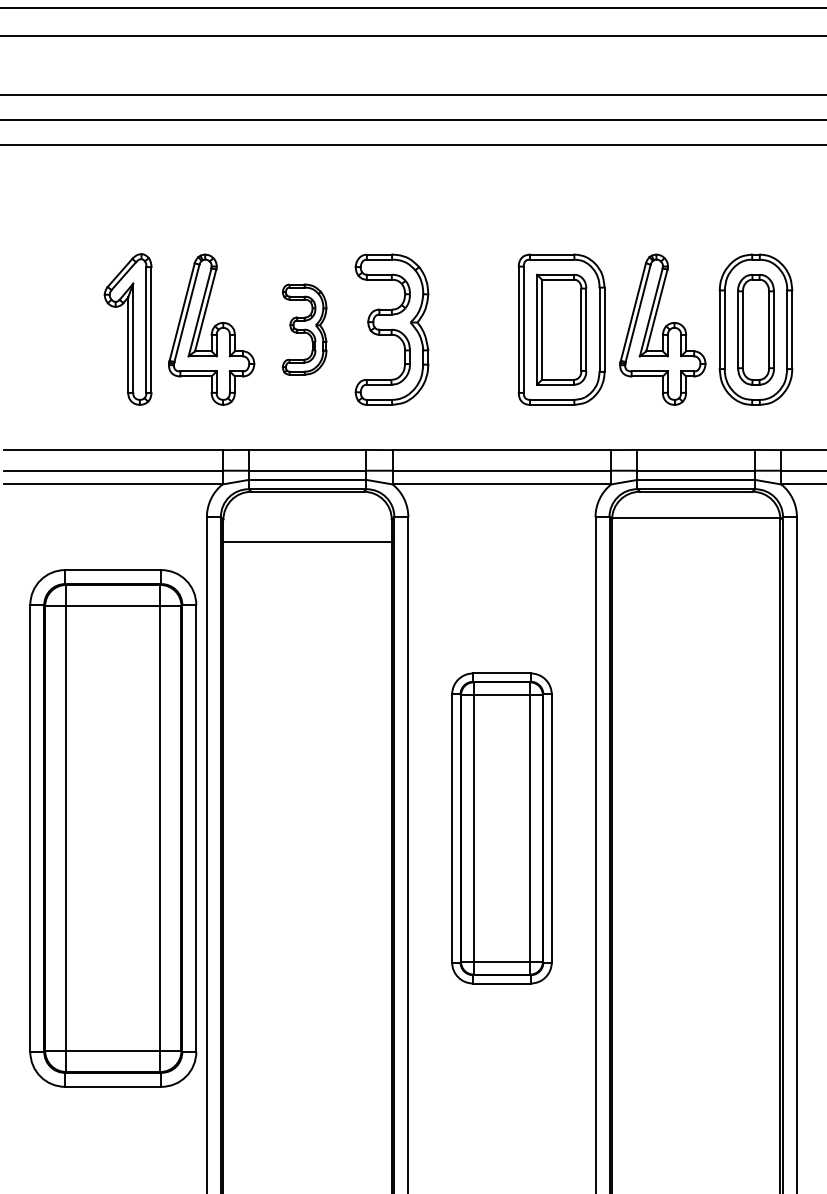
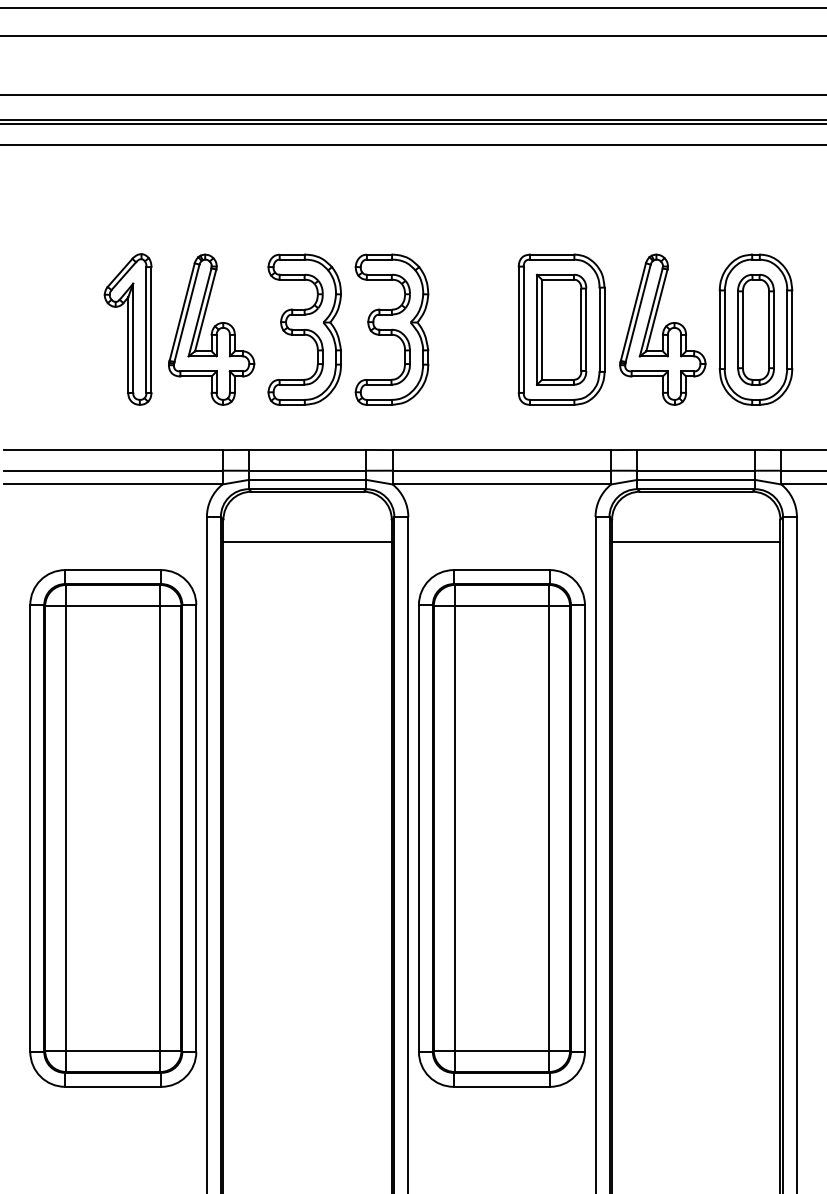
line at (412, 124): none -> present
part at (304, 329) size: 46x93 px -> 75x153 px
line at (696, 518) position: (696, 518) -> (696, 542)
part at (501, 828) size: 102x313 px -> 168x519 px
